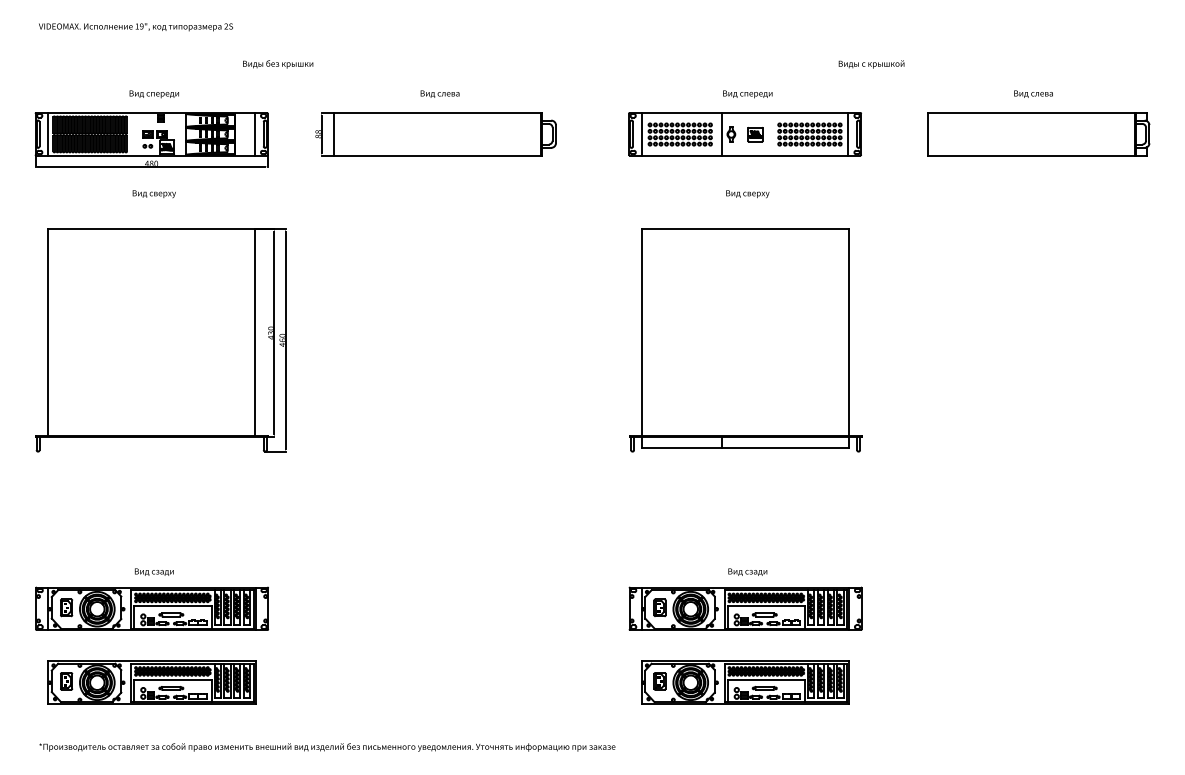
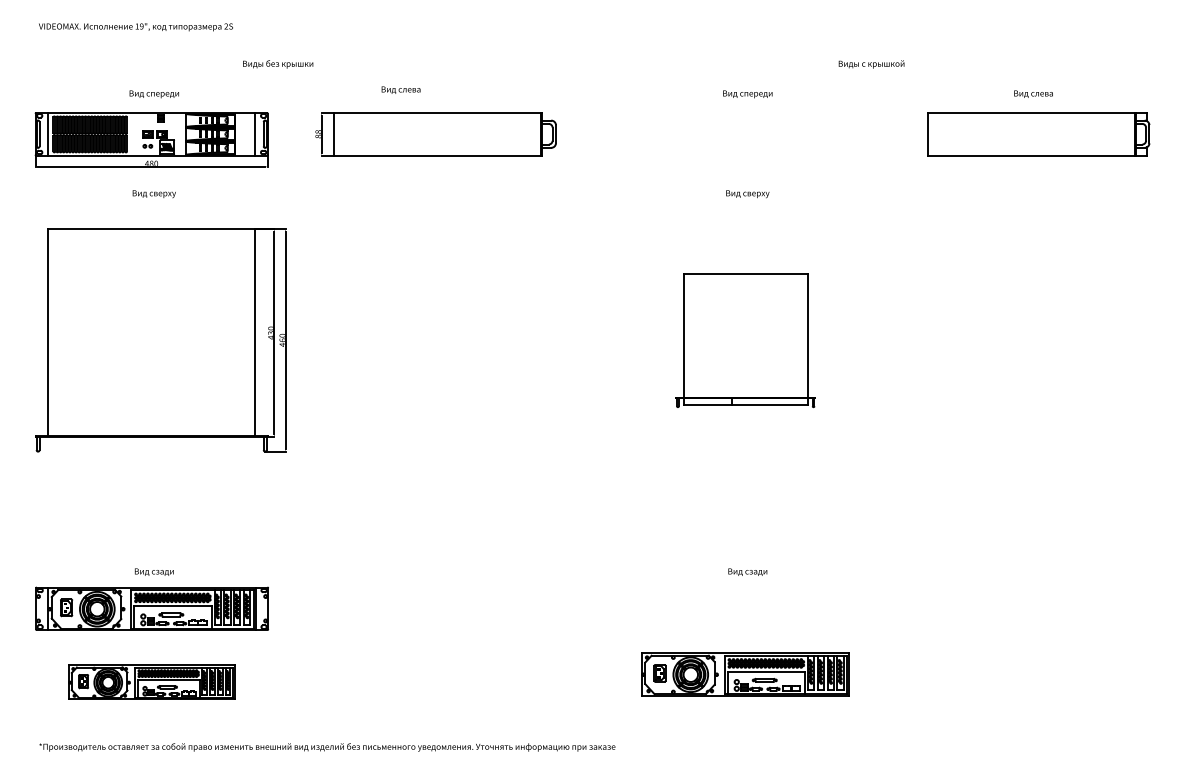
text at (439, 93) position: (439, 93) -> (400, 89)
part at (744, 134): present -> none
part at (745, 340) size: 234x225 px -> 141x136 px
part at (745, 608): present -> none
part at (151, 682) size: 210x45 px -> 168x36 px
part at (745, 682) position: (745, 682) -> (745, 674)
